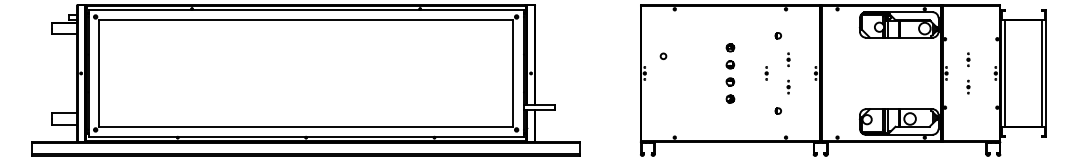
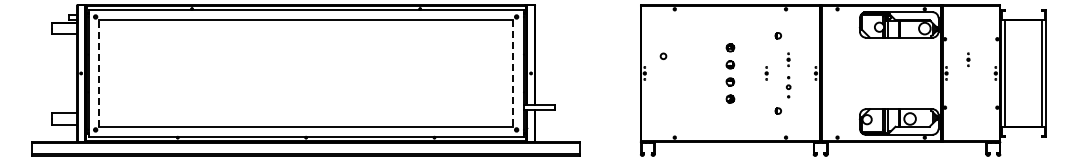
line at (99, 72): solid -> dashed
line at (513, 73): solid -> dashed
part at (788, 86) size: 5x16 px -> 7x23 px
part at (968, 86): present -> none
